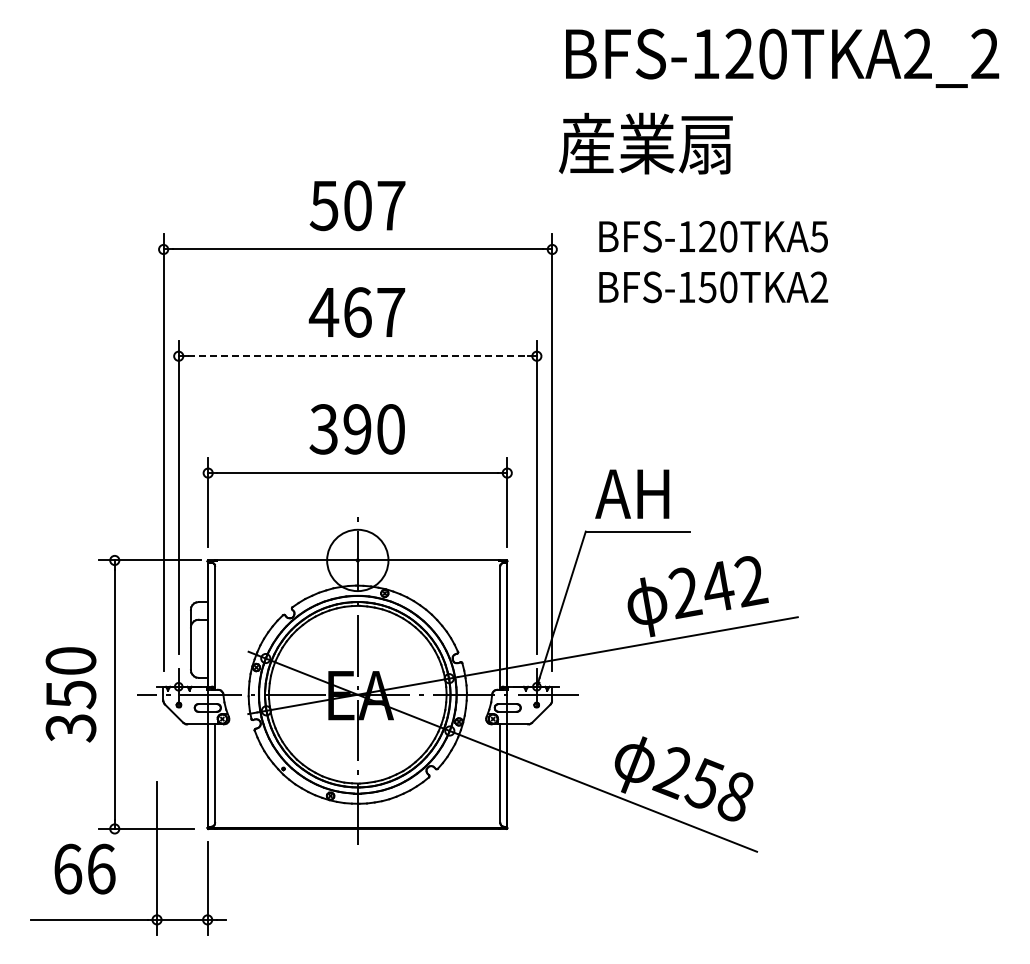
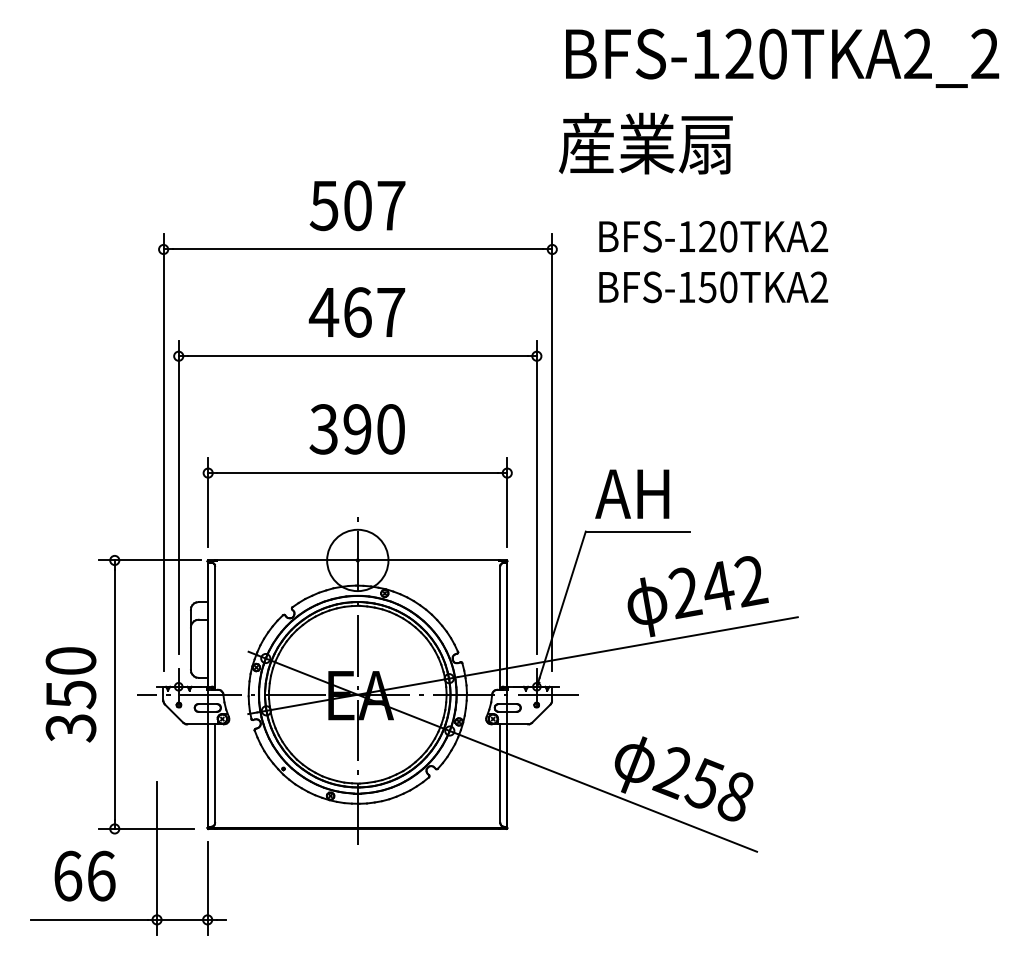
text at (819, 236): BFS-120TKA5 -> BFS-120TKA2
line at (357, 356): dashed -> solid
text at (84, 868) position: (84, 868) -> (84, 875)
